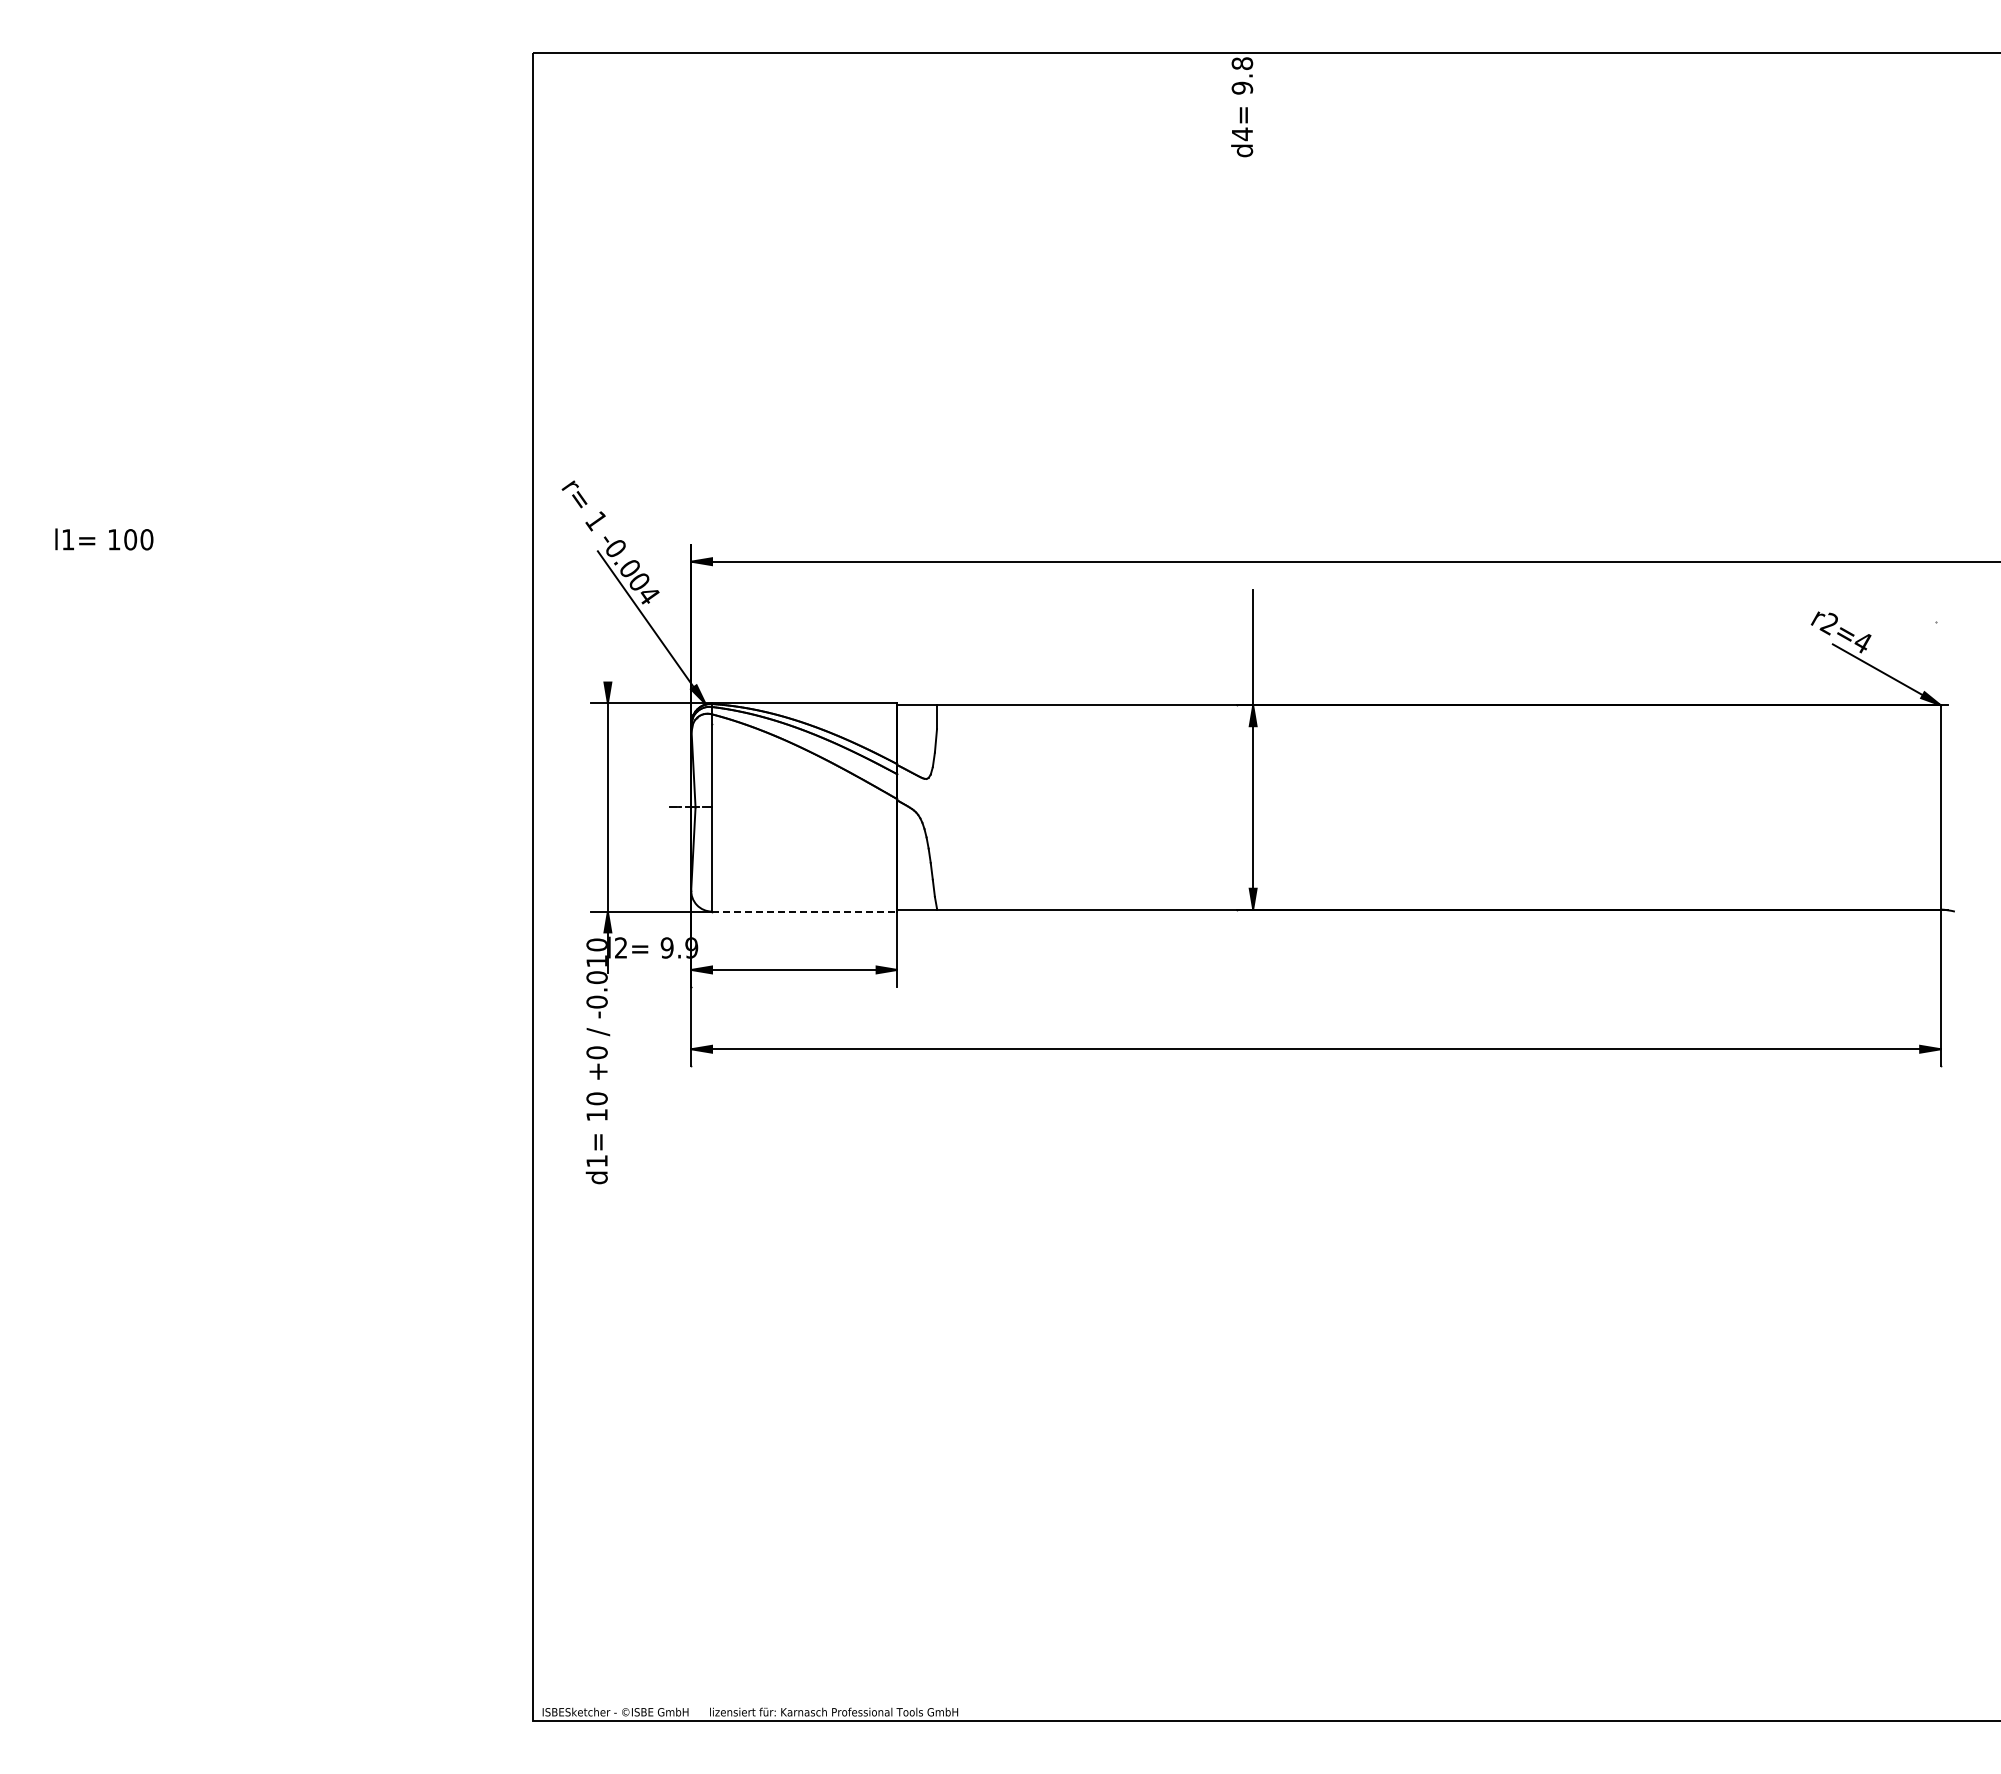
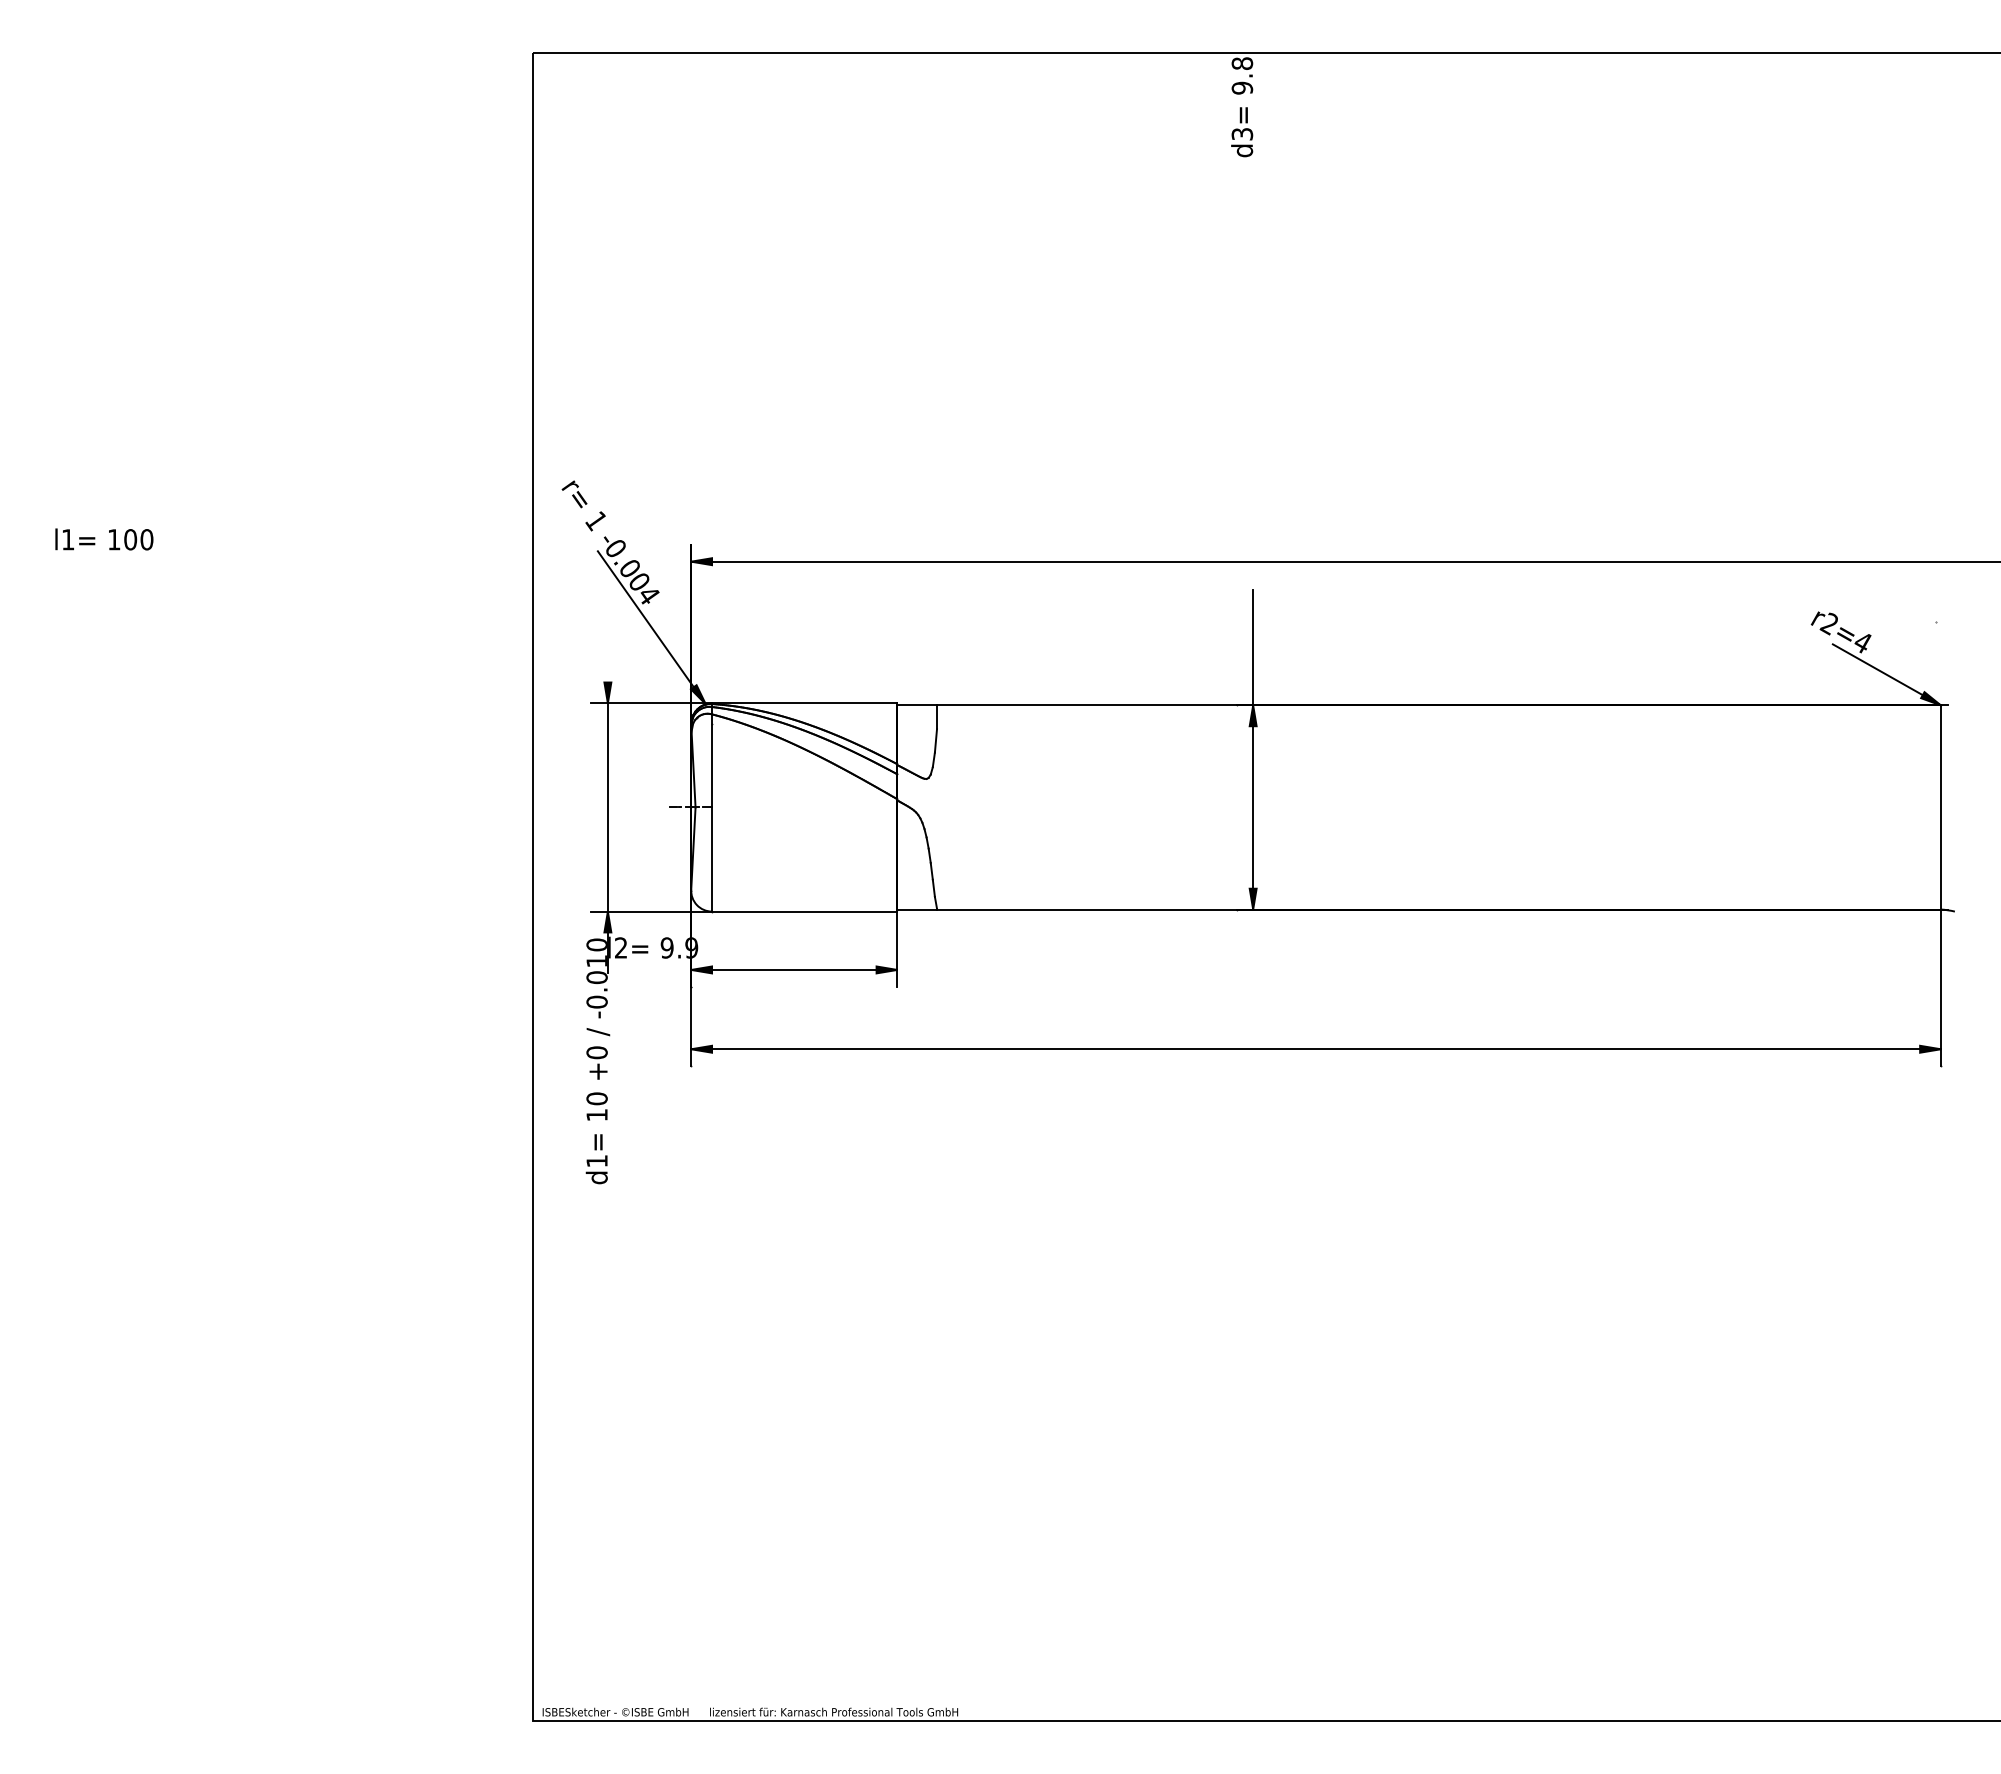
text at (1242, 134): d4= -> d3=
line at (804, 911): dashed -> solid
